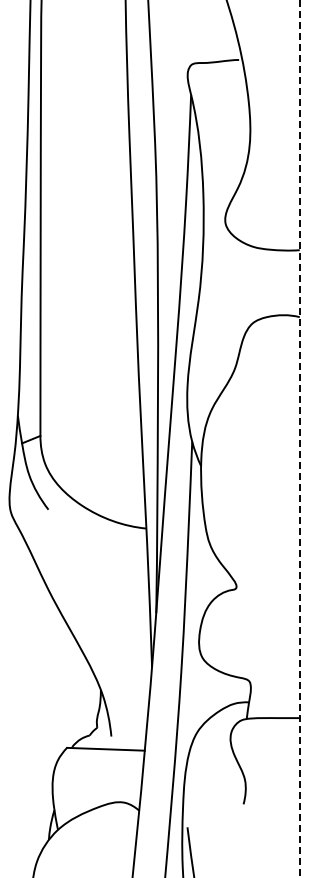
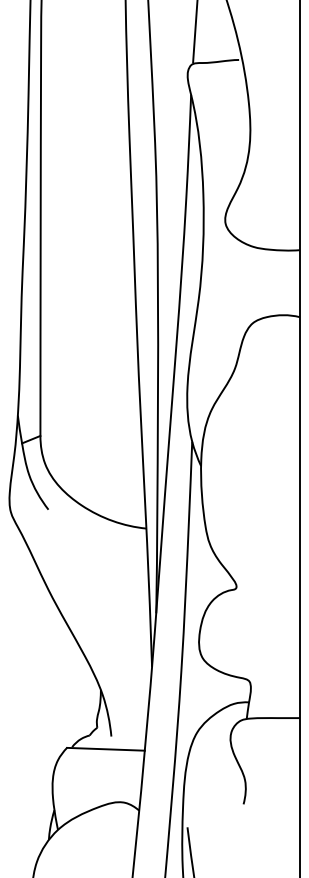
line at (195, 32): none -> present
line at (299, 438): dashed -> solid
